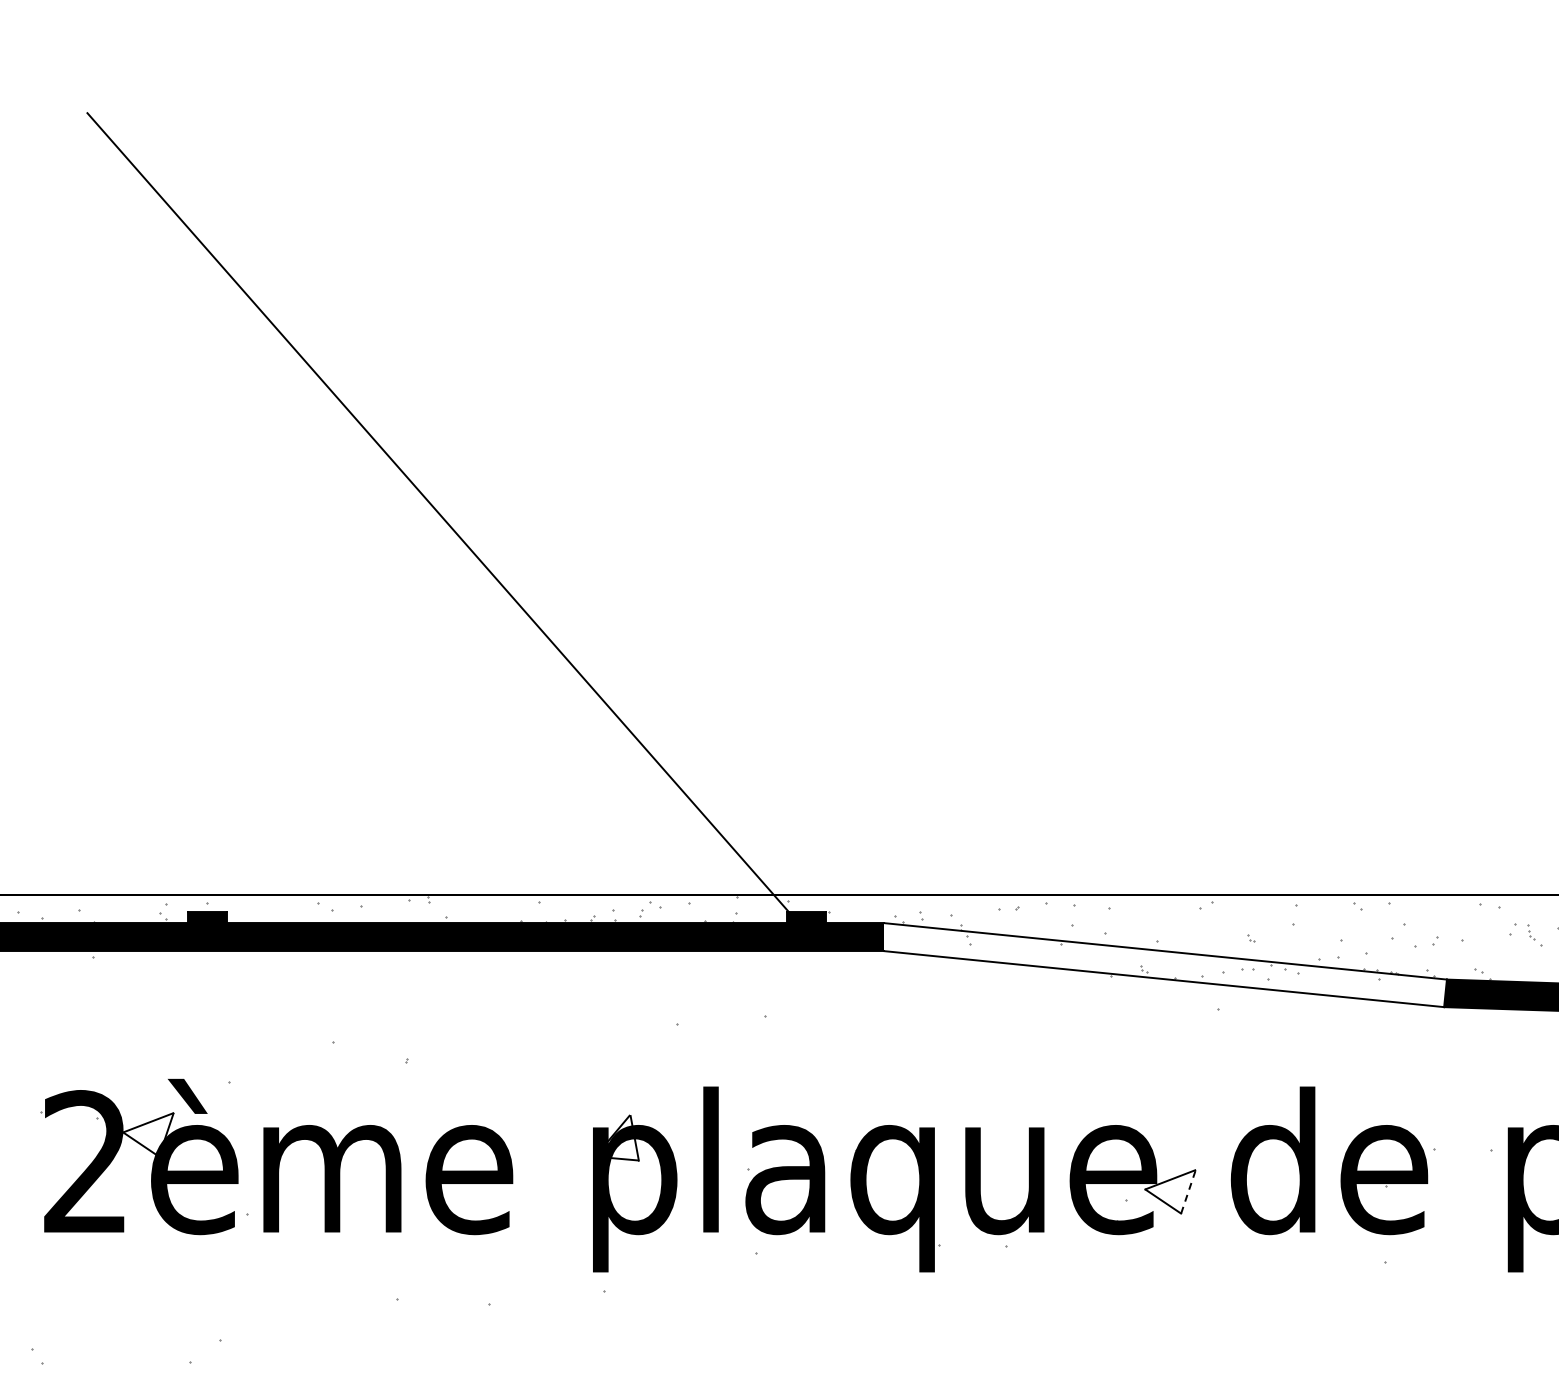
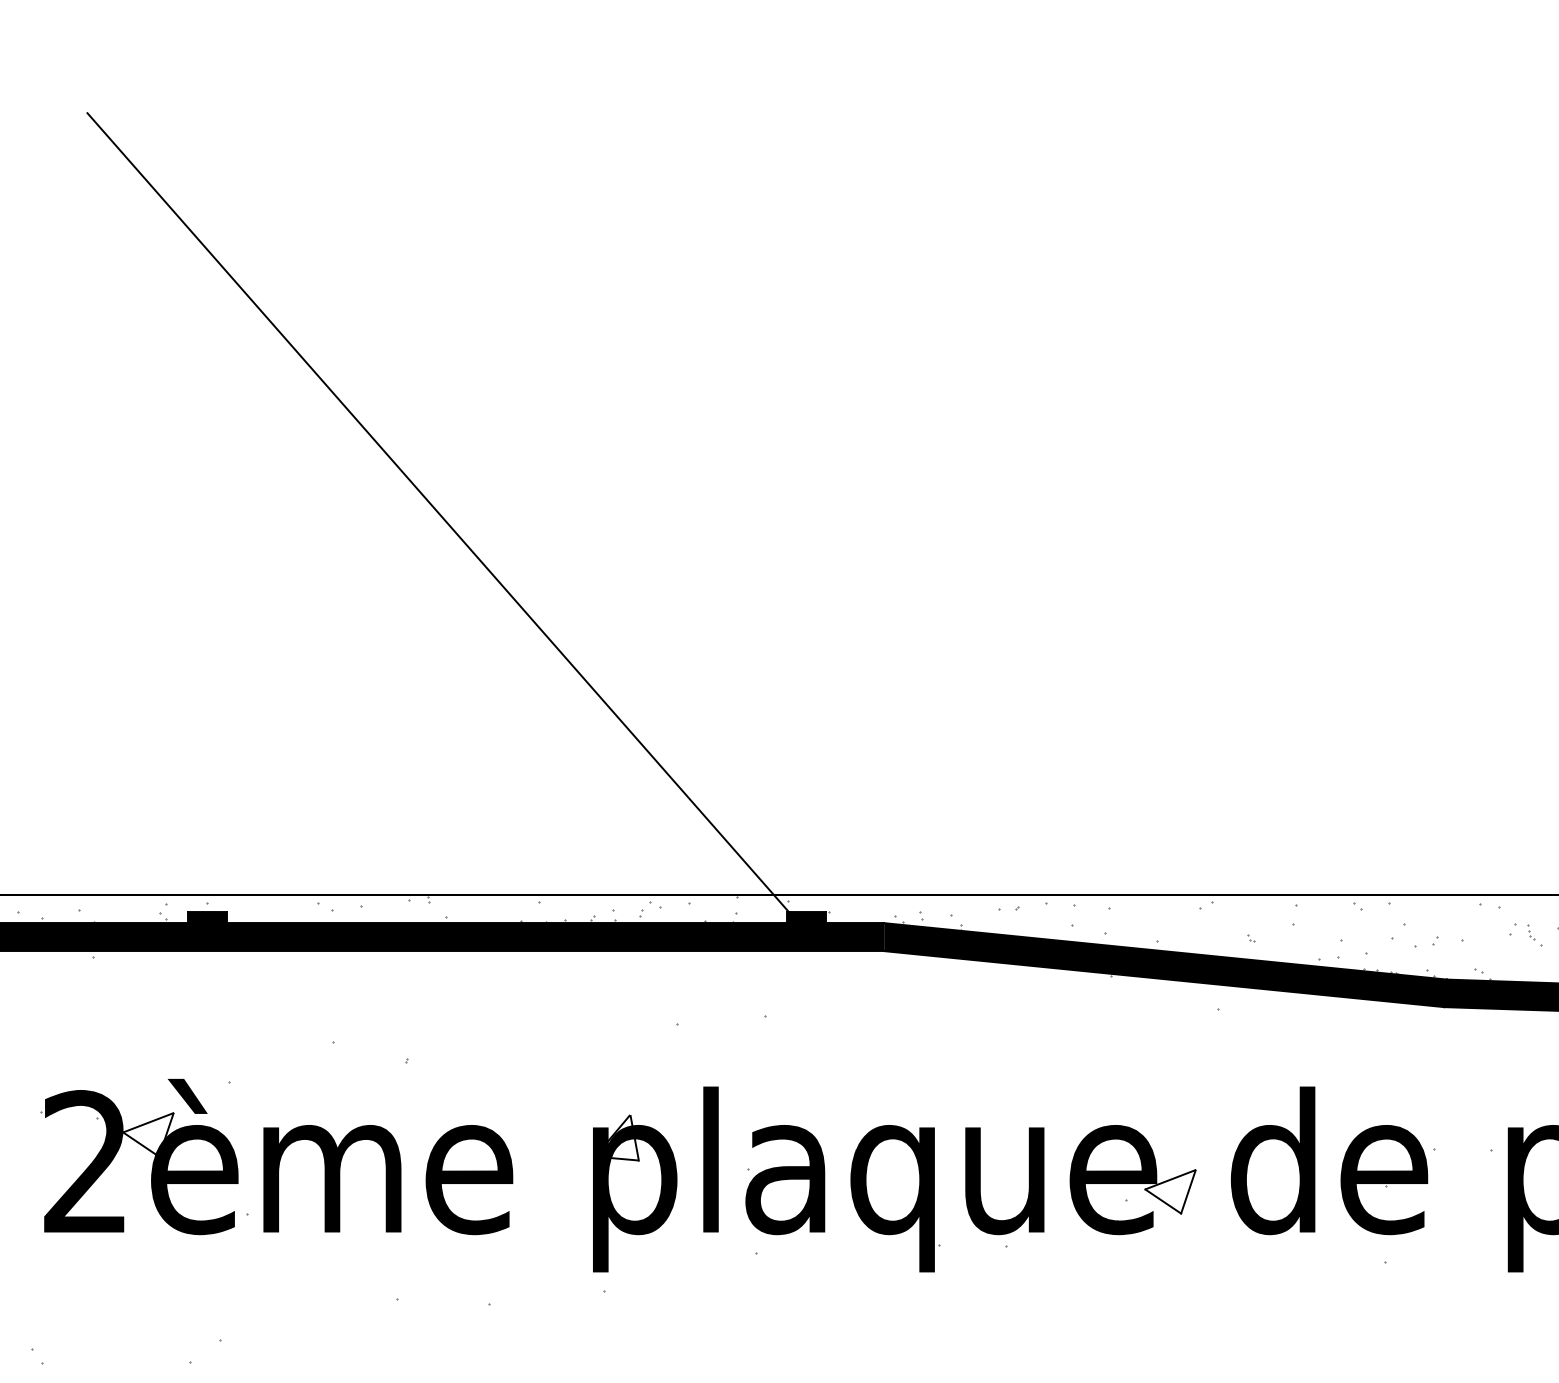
fill at (1165, 965): none -> present
line at (1188, 1192): dashed -> solid
